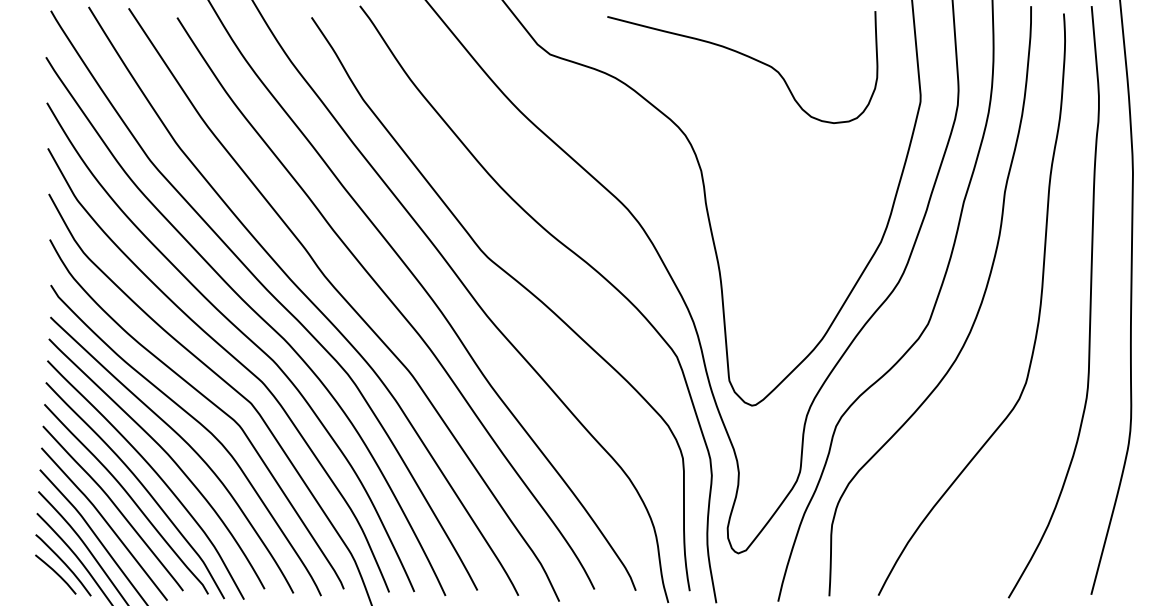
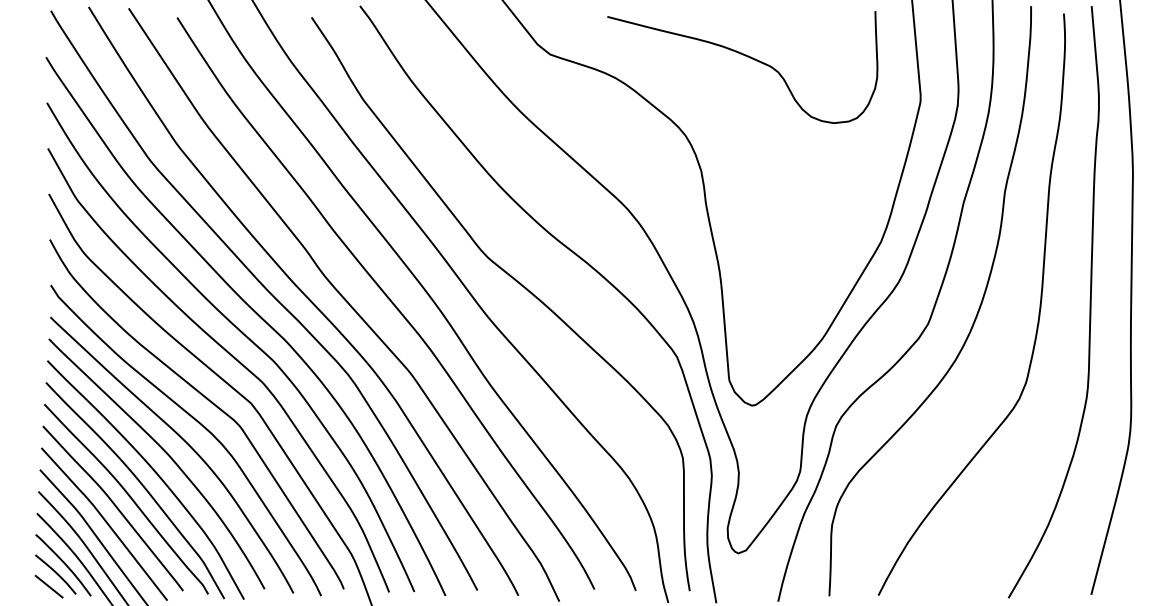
line at (48, 586): none -> present
